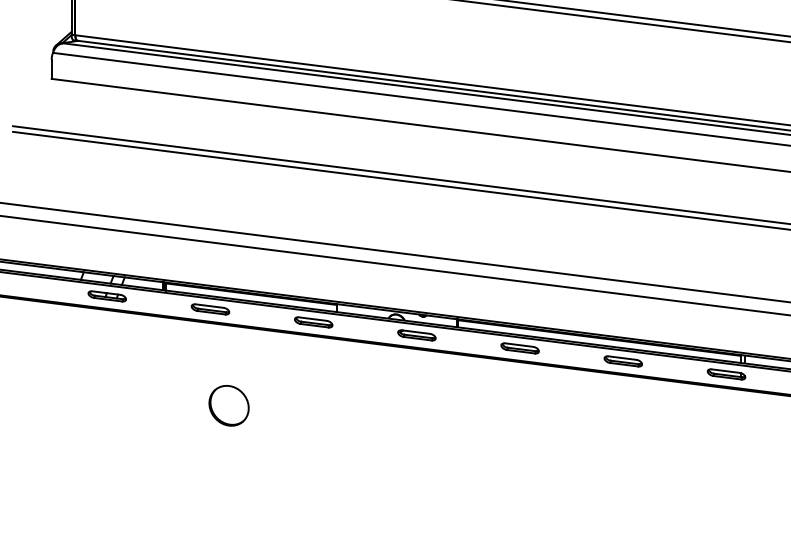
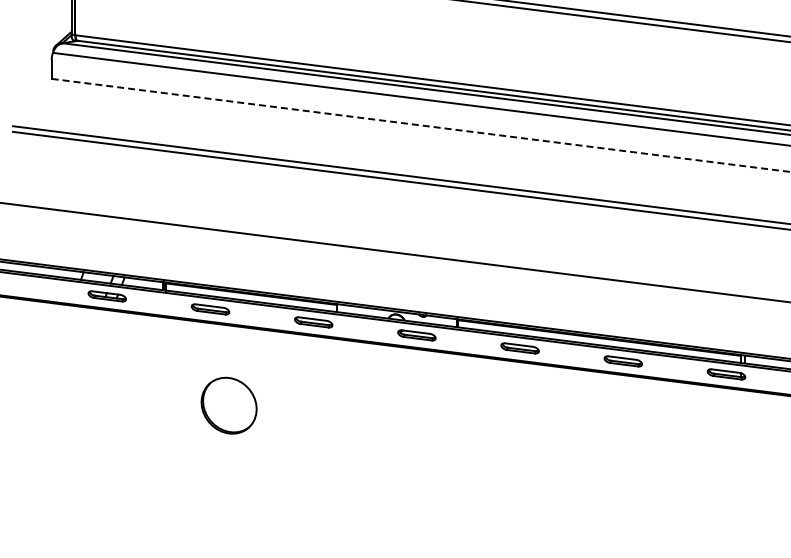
line at (421, 125): solid -> dashed
line at (394, 265): present -> none
part at (228, 405) size: 42x42 px -> 58x59 px
